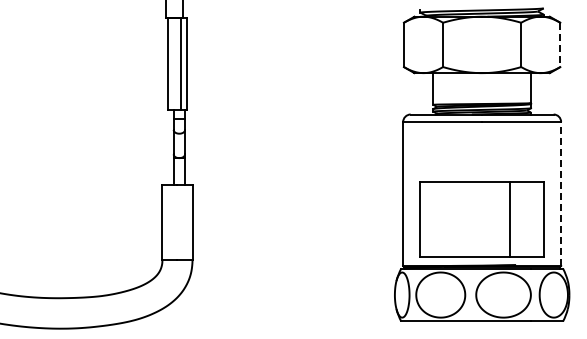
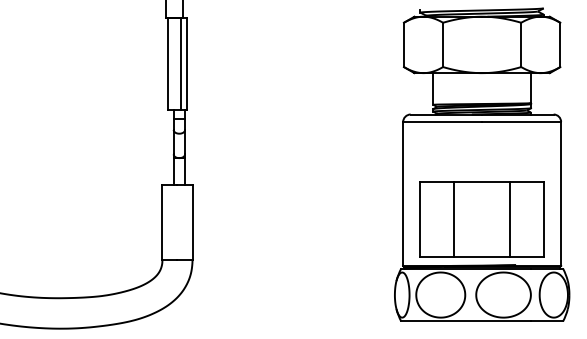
line at (560, 45): dashed -> solid
line at (561, 193): dashed -> solid
line at (453, 219): none -> present
